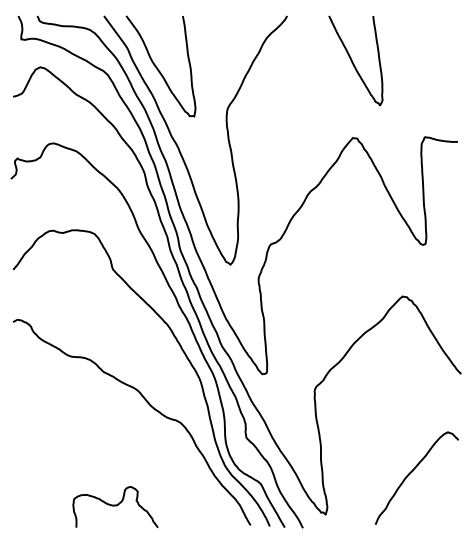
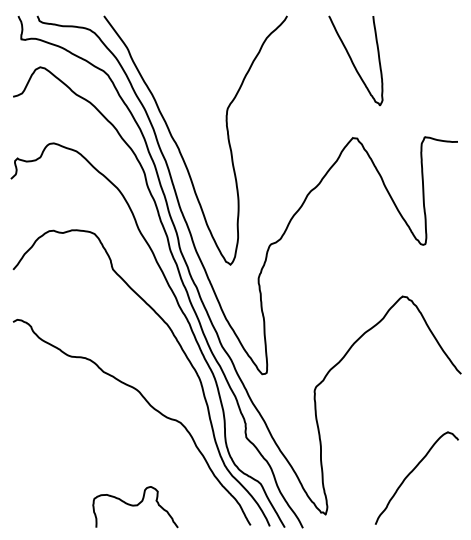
curve at (158, 68): present -> none
curve at (115, 506) position: (115, 506) -> (135, 506)
